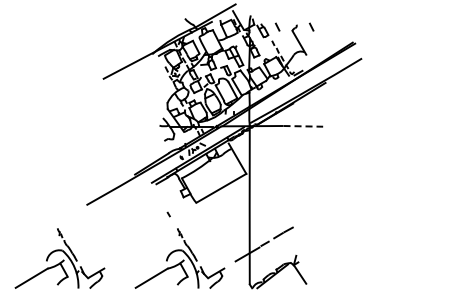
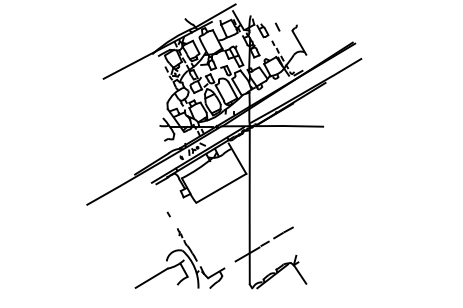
line at (311, 26): present -> none
line at (303, 126): dashed -> solid
part at (59, 258): present -> none
